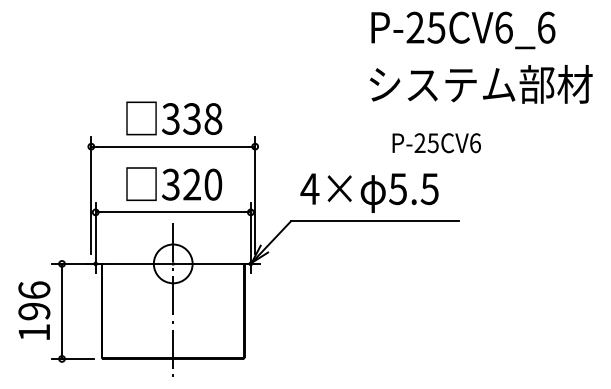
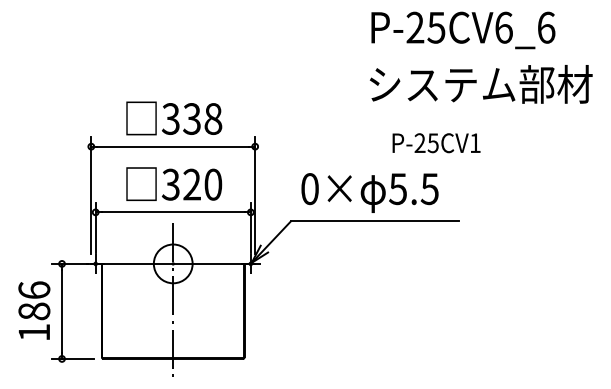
text at (475, 143): P-25CV6 -> P-25CV1
text at (309, 189): 4× -> 0×
text at (34, 311): 196 -> 186
